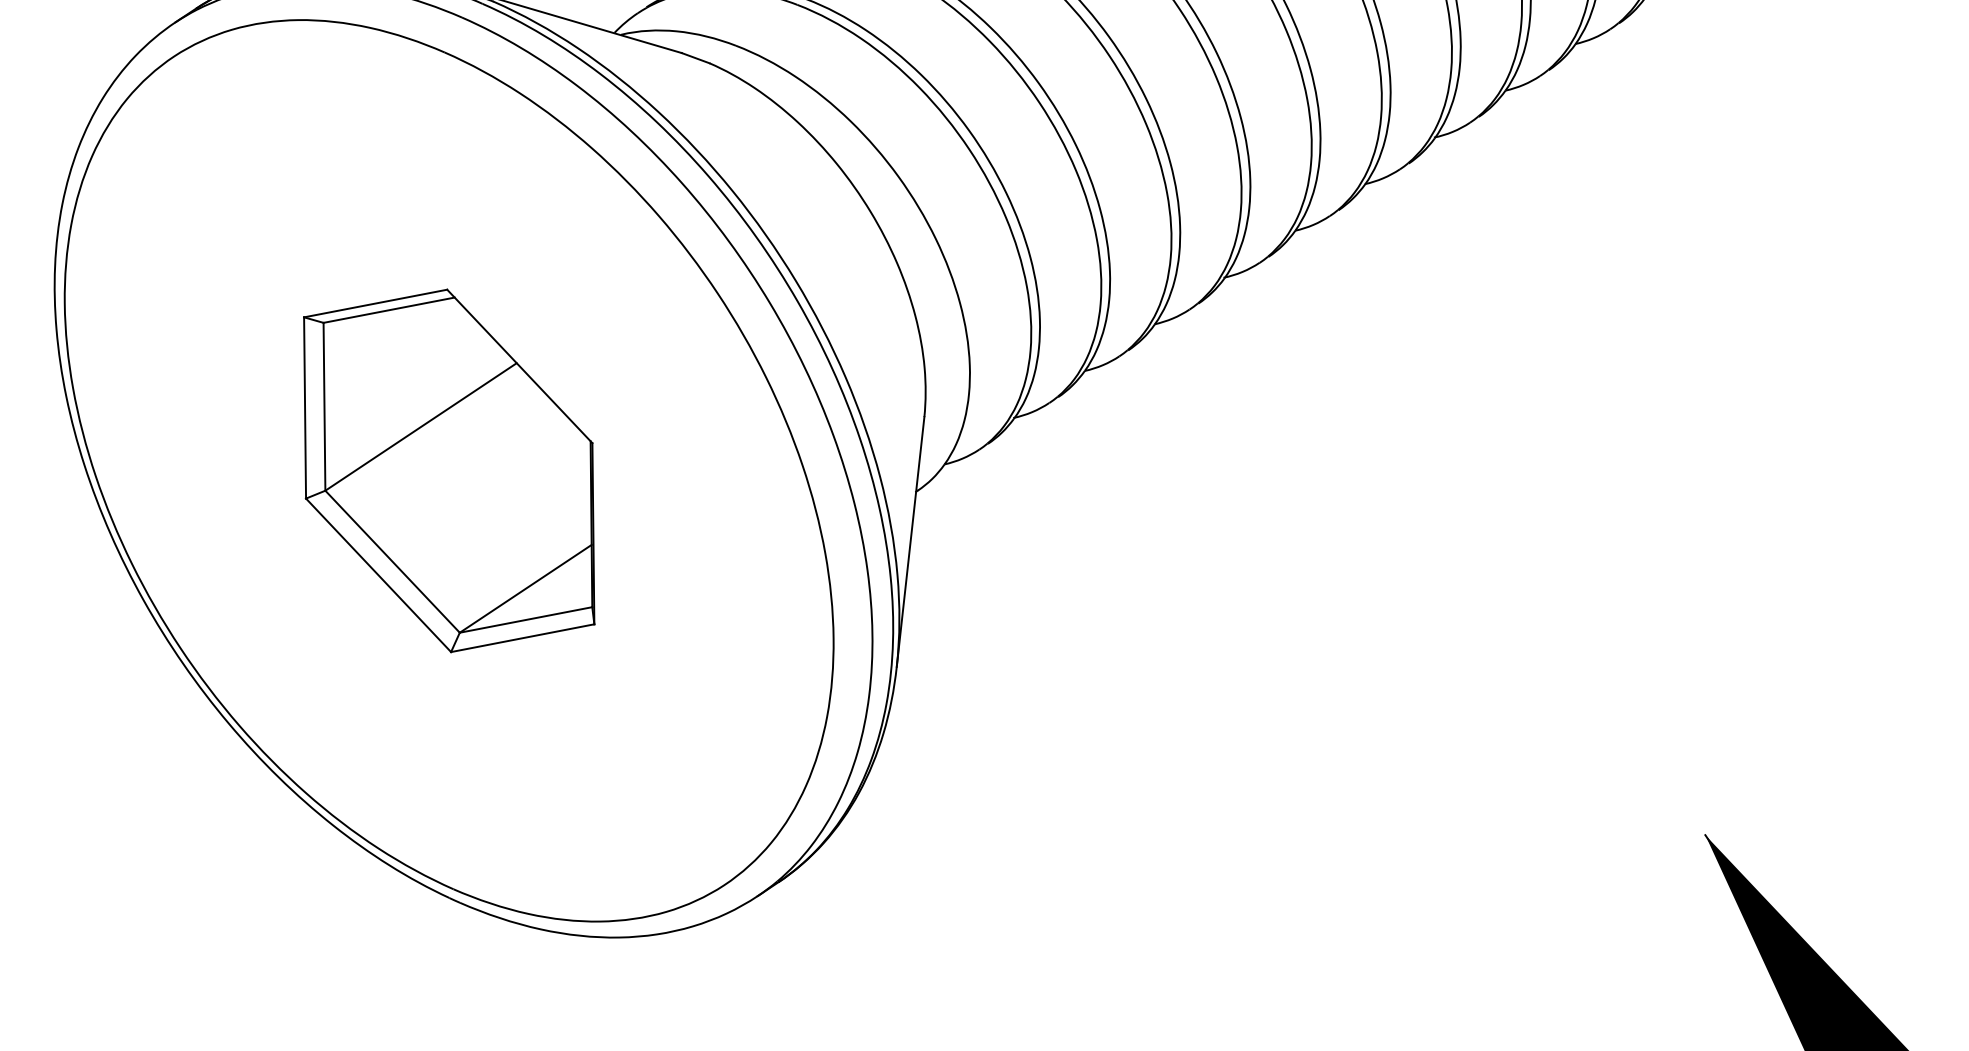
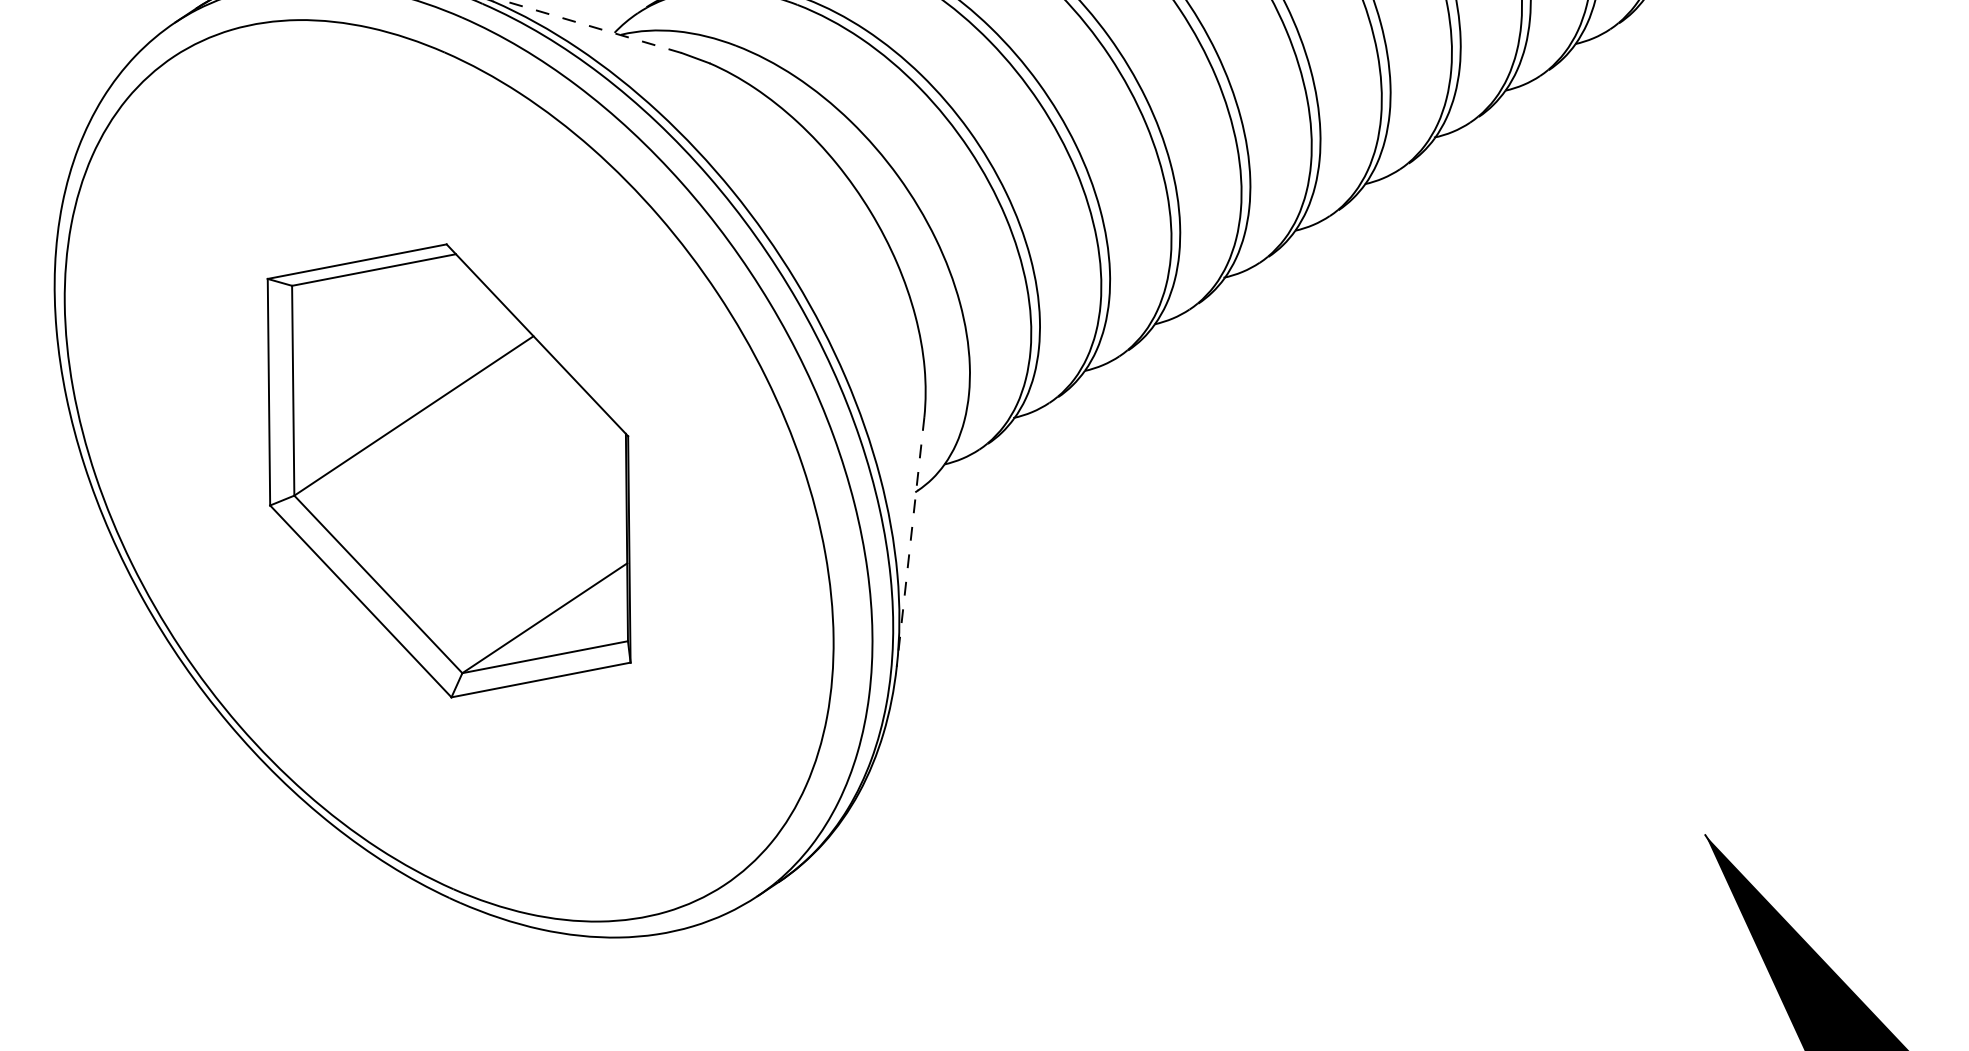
line at (590, 26): solid -> dashed
part at (449, 470) size: 293x366 px -> 366x456 px
line at (910, 541): solid -> dashed
